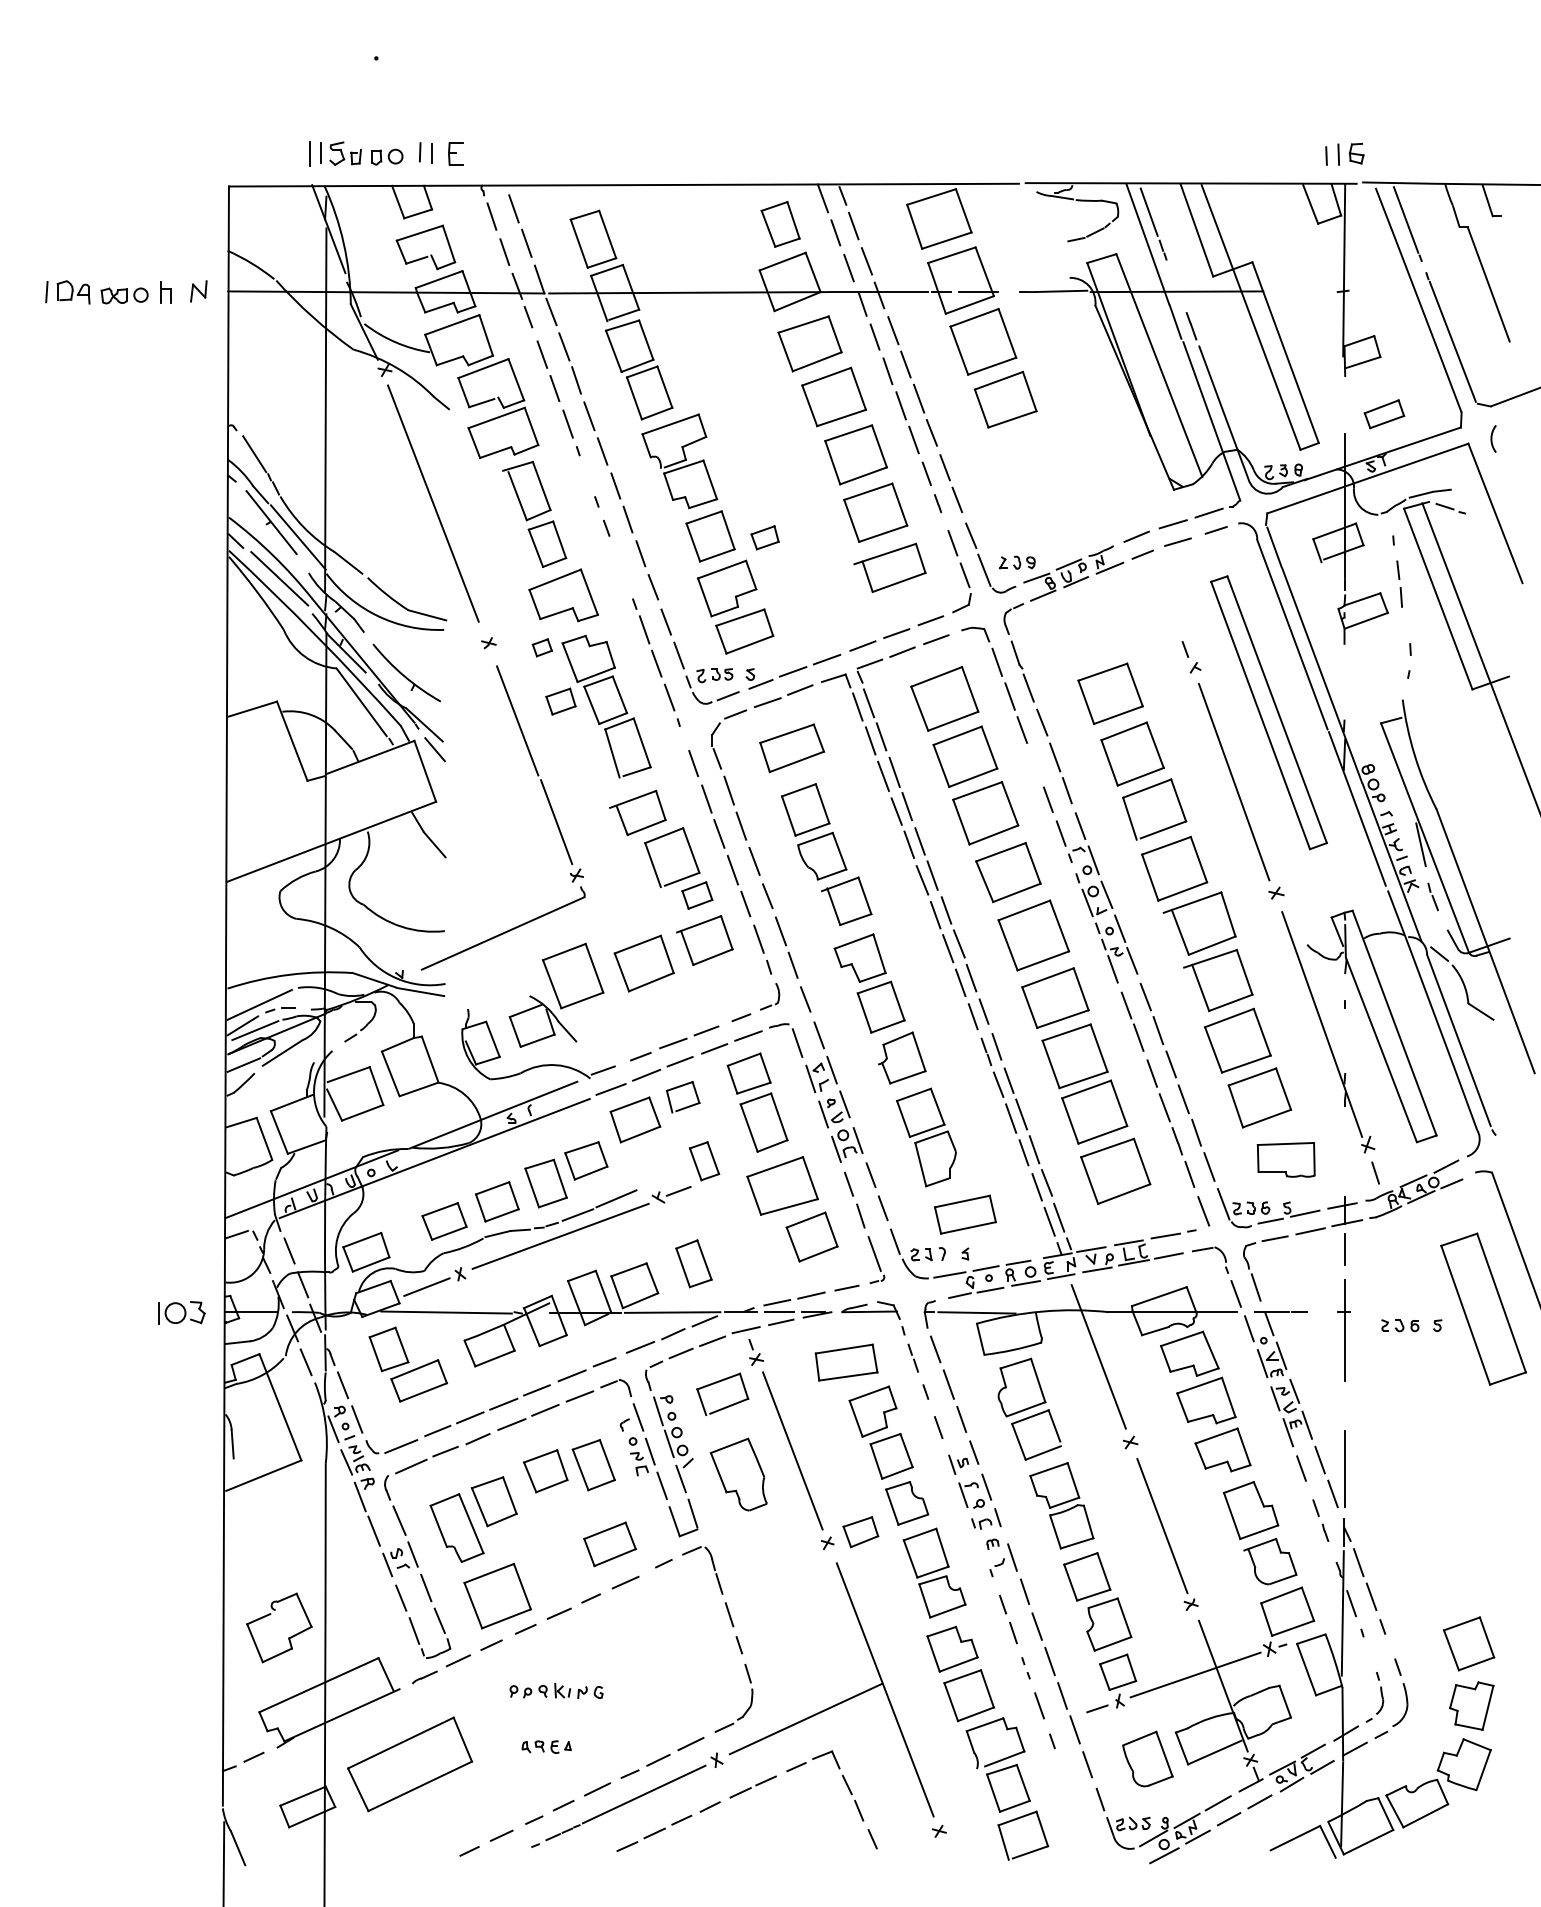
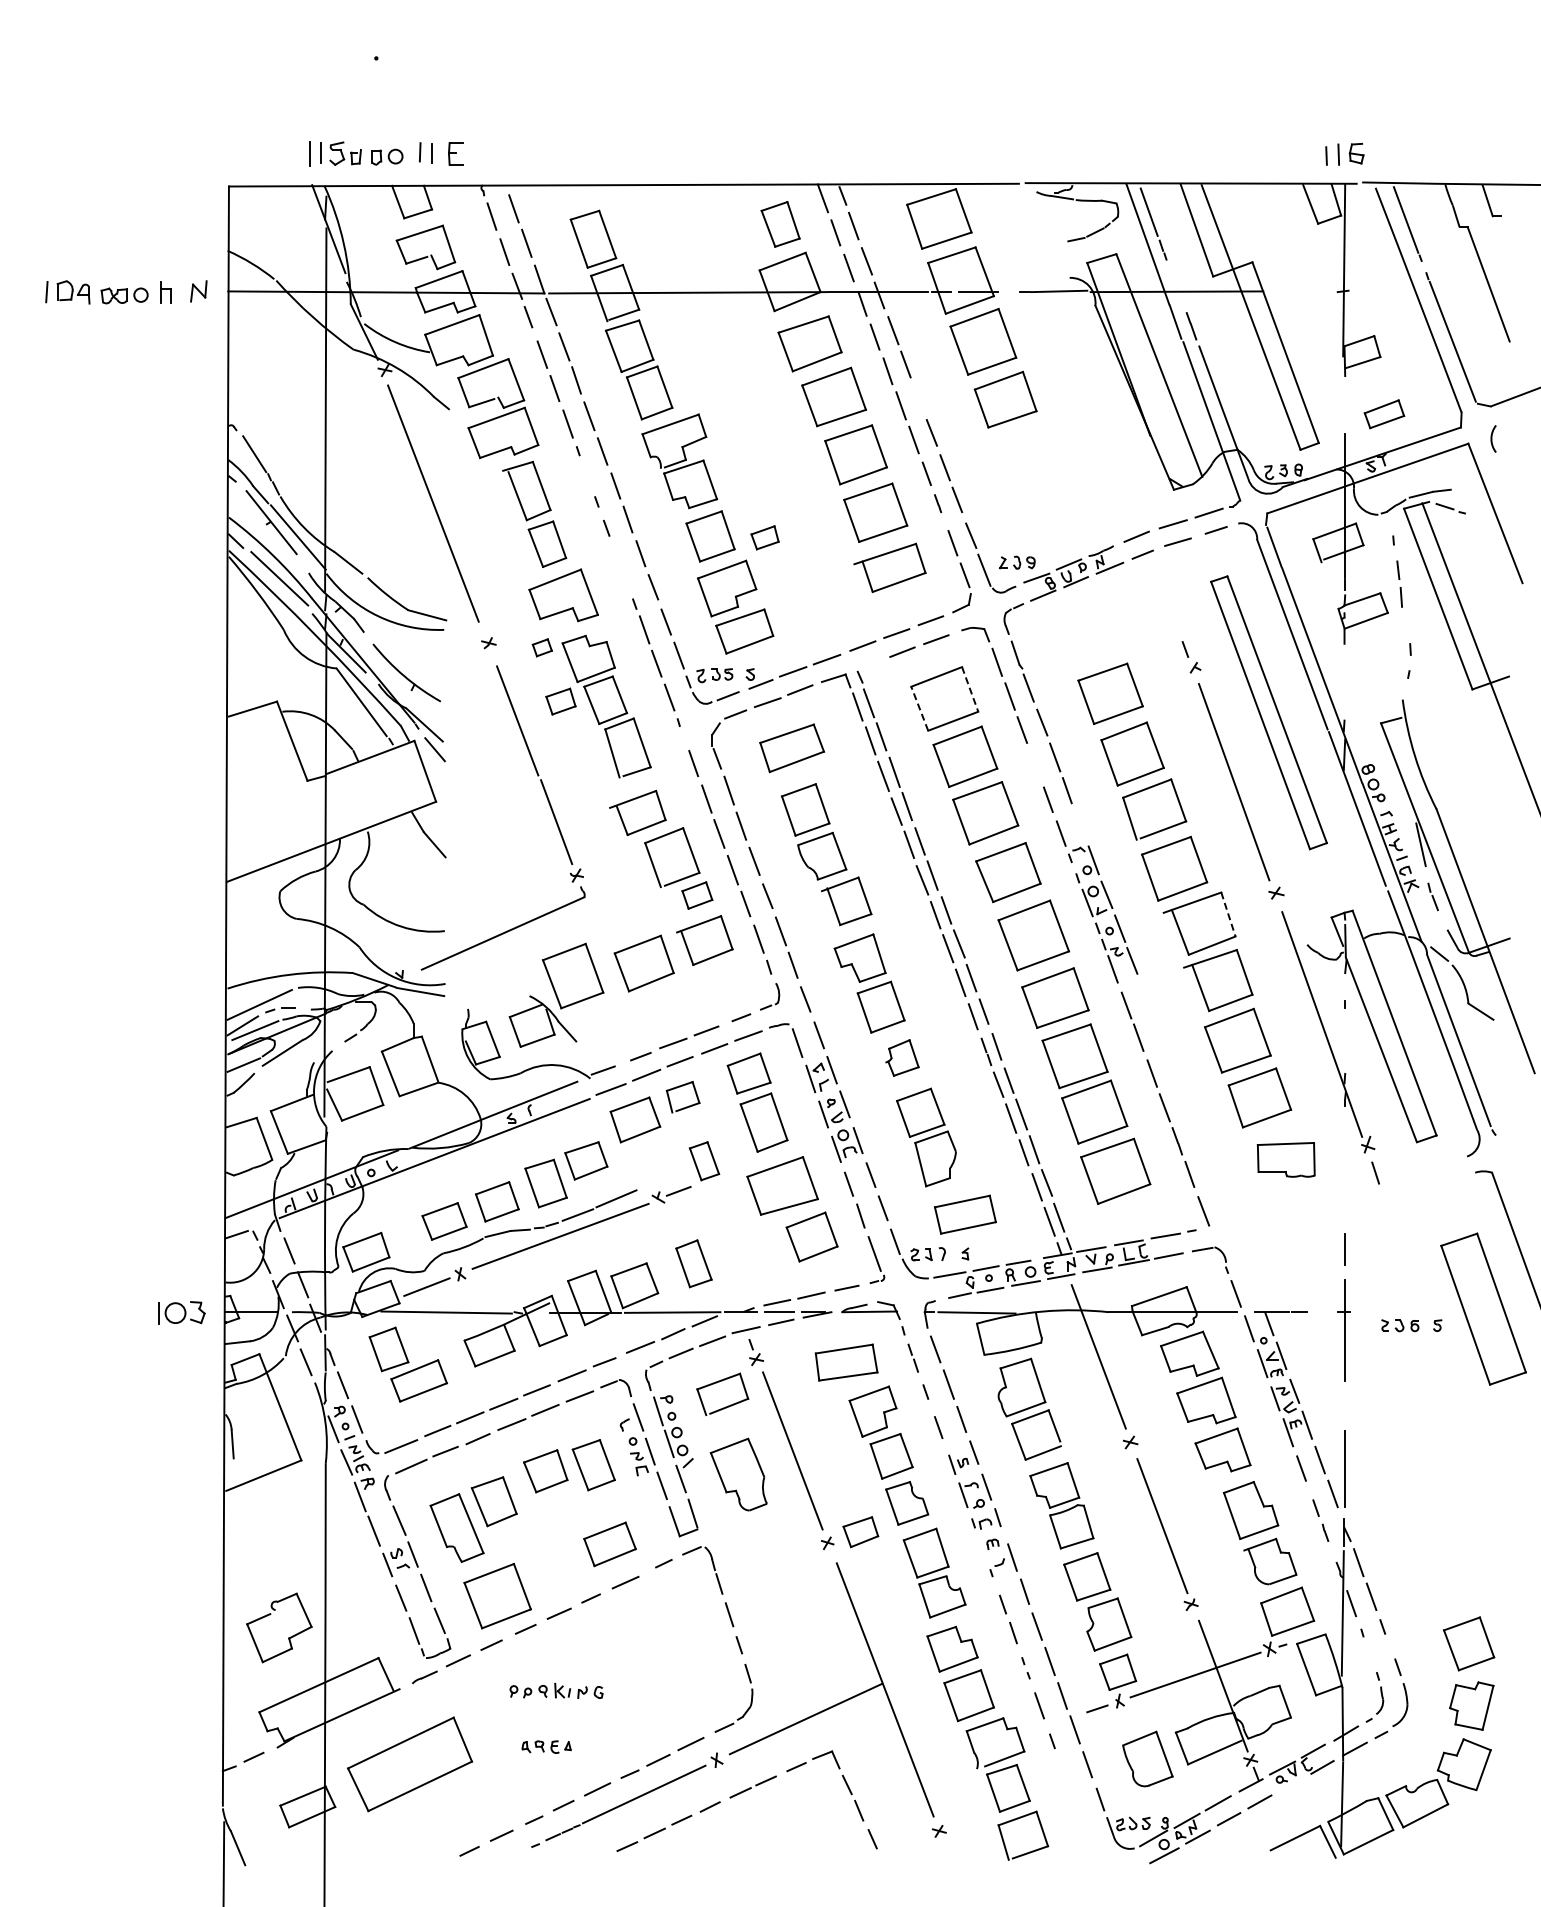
line at (919, 398): present -> none
line at (869, 663): present -> none
line at (970, 689): solid -> dashed
line at (919, 708): solid -> dashed
line at (1080, 826): present -> none
line at (1228, 914): solid -> dashed
part at (902, 1057) size: 49x54 px -> 35x38 px
part at (1290, 1201): present -> none
line at (1291, 1784): present -> none
